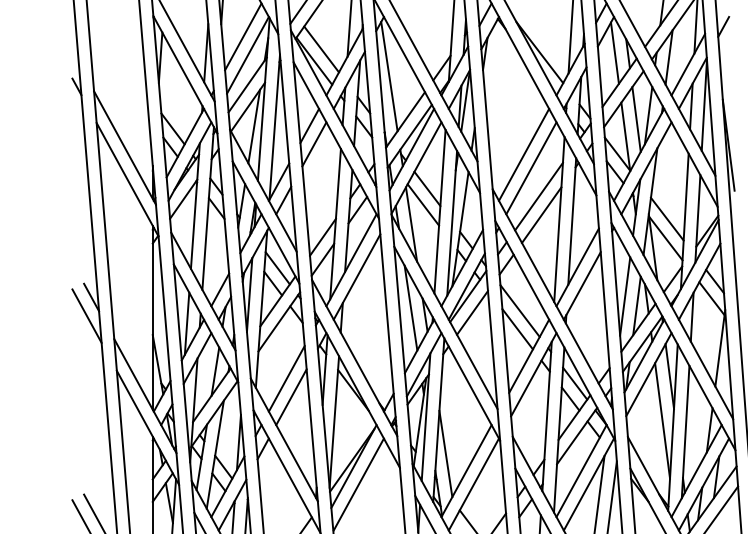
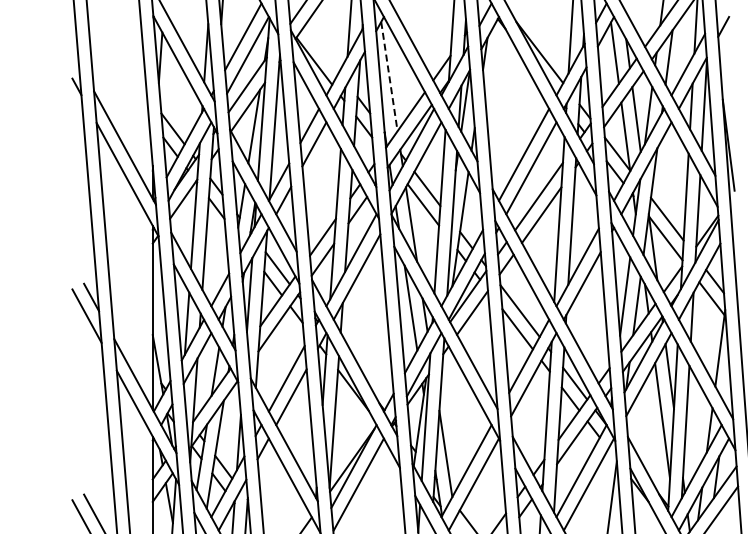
line at (321, 49): present -> none
line at (389, 77): solid -> dashed
line at (599, 492): present -> none
